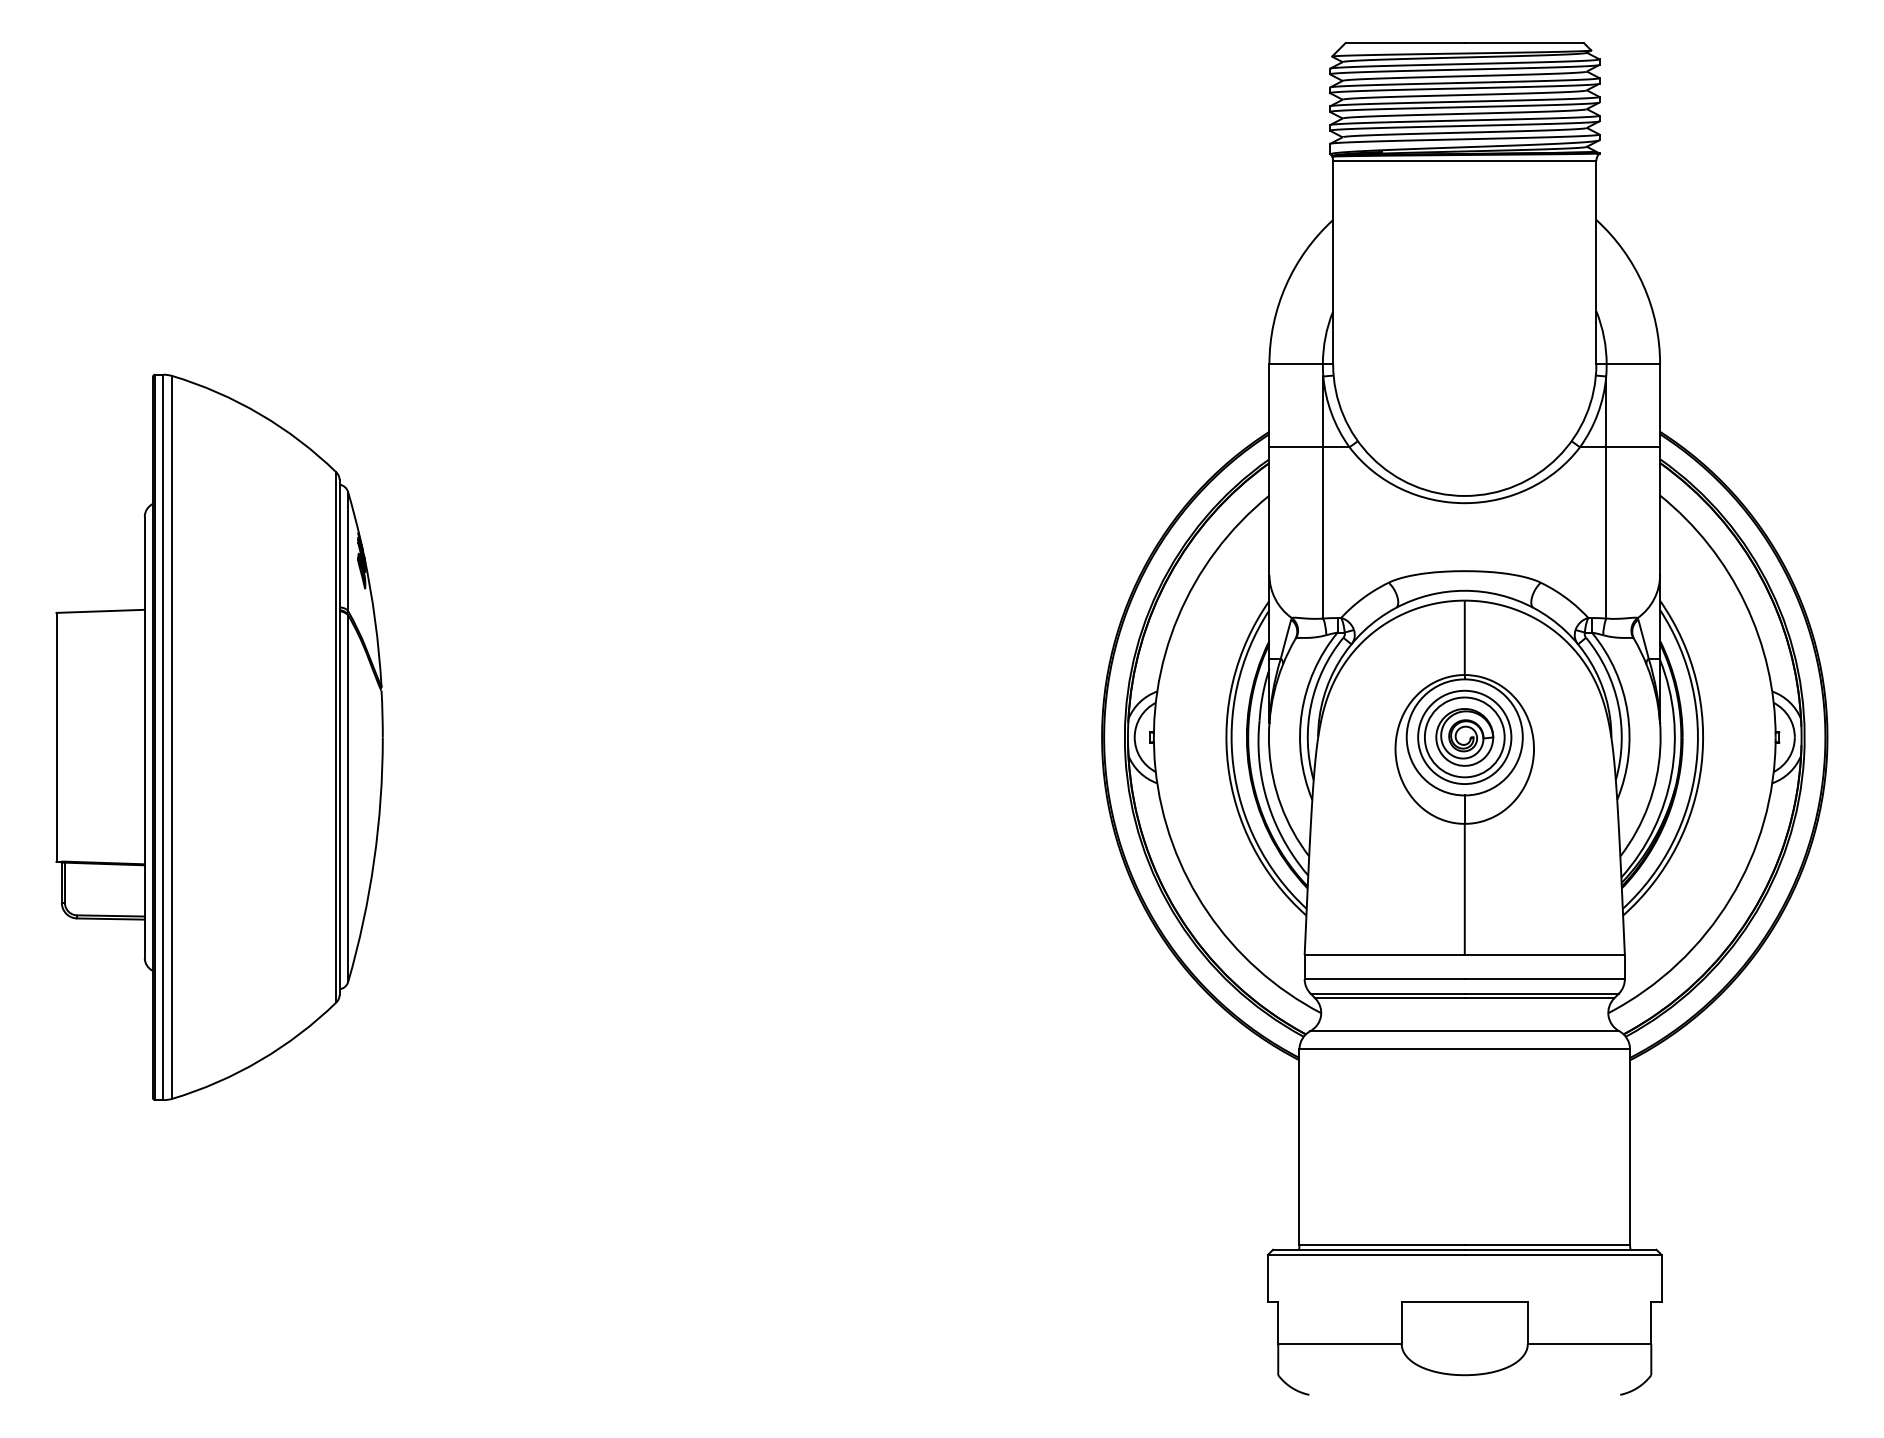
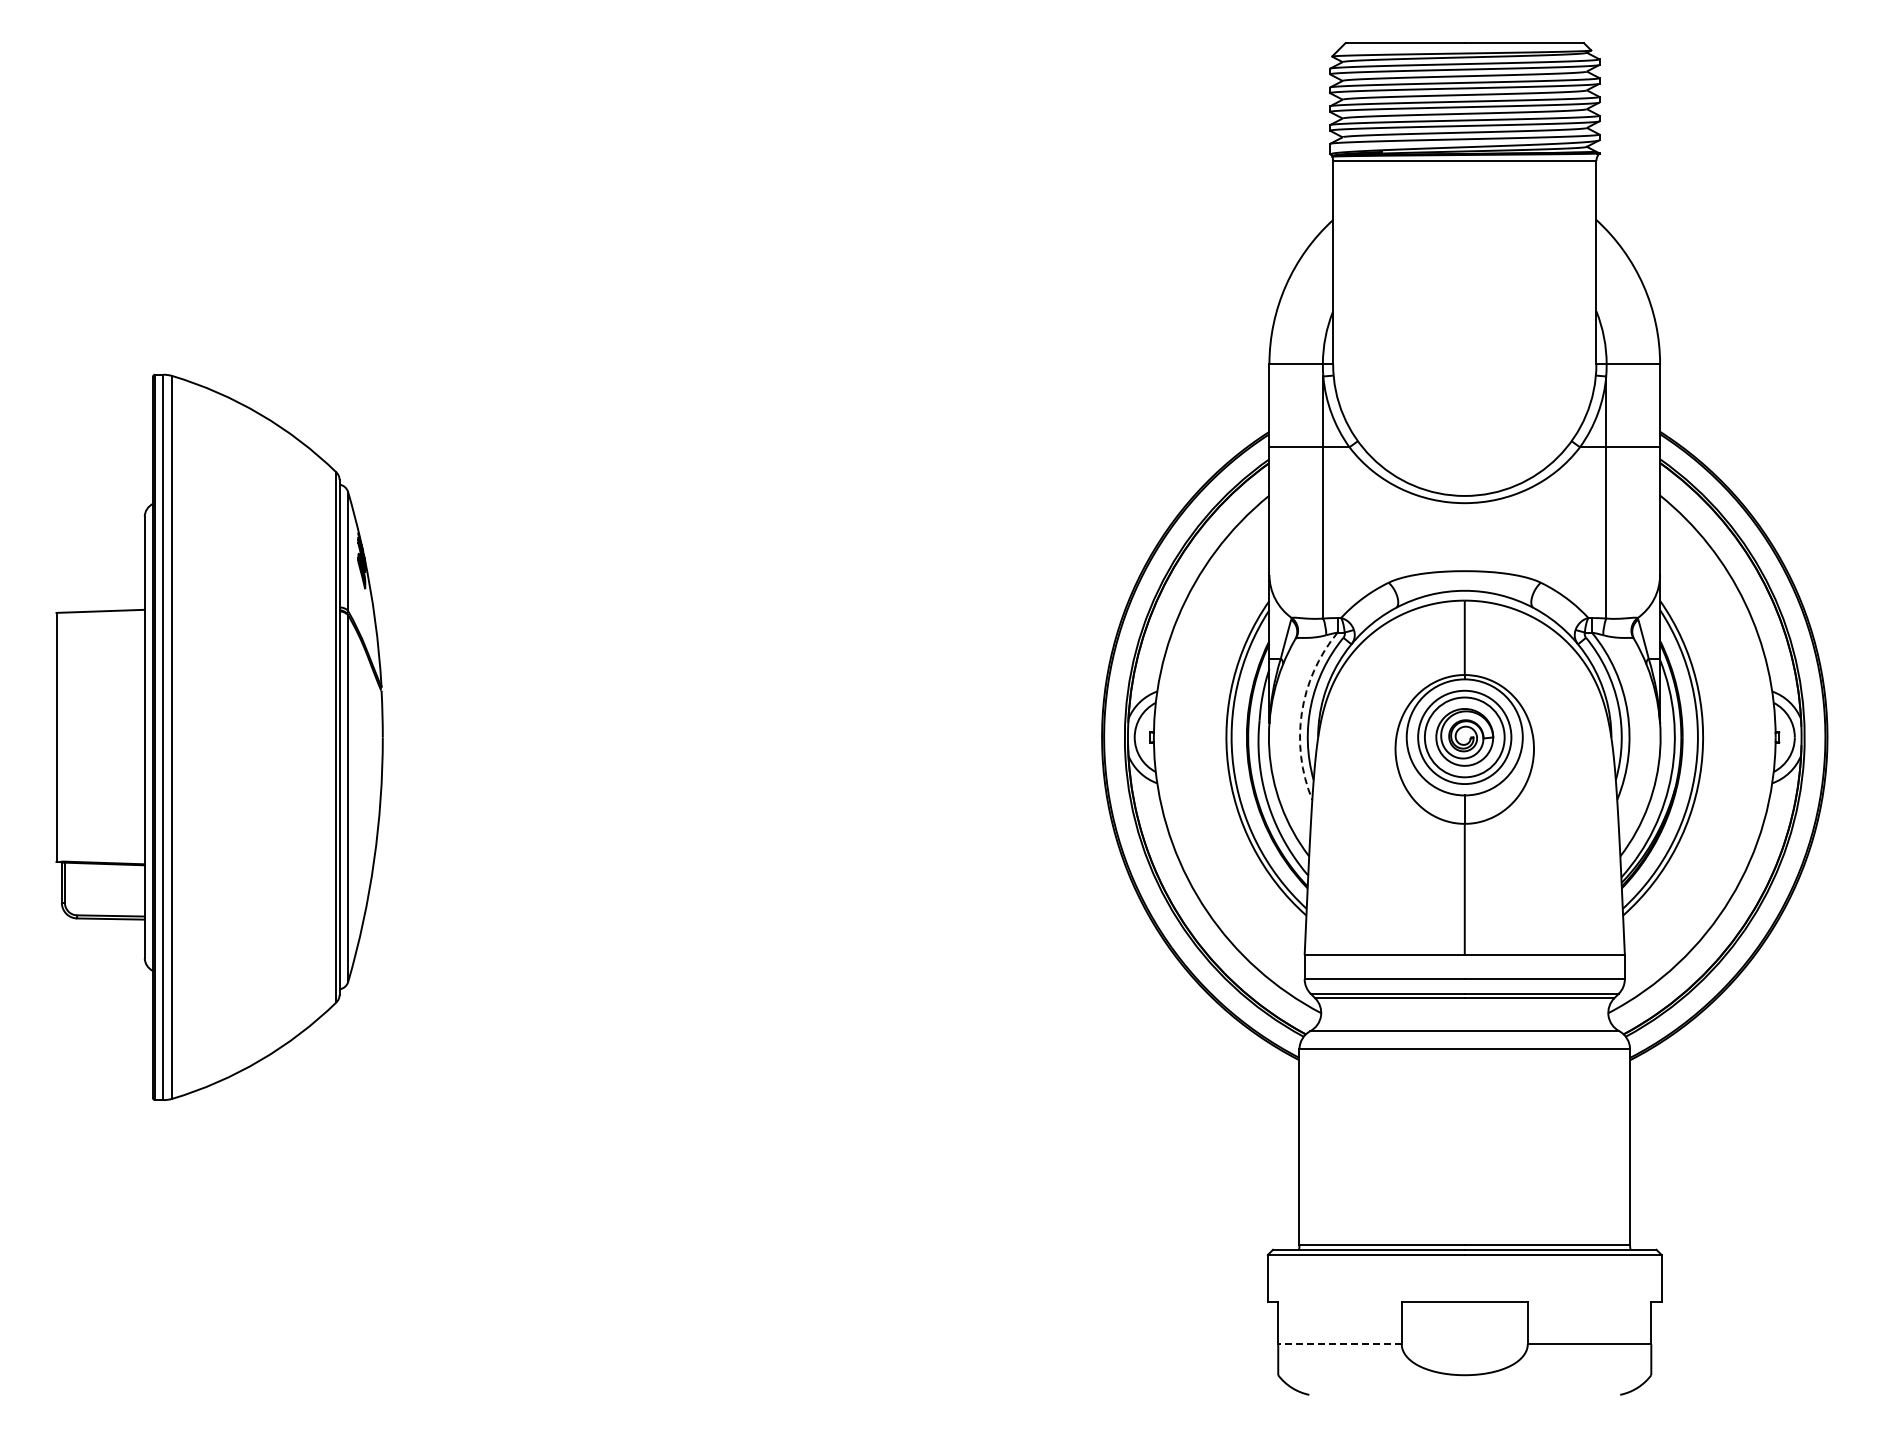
arc at (1301, 712): solid -> dashed
line at (1339, 1344): solid -> dashed
